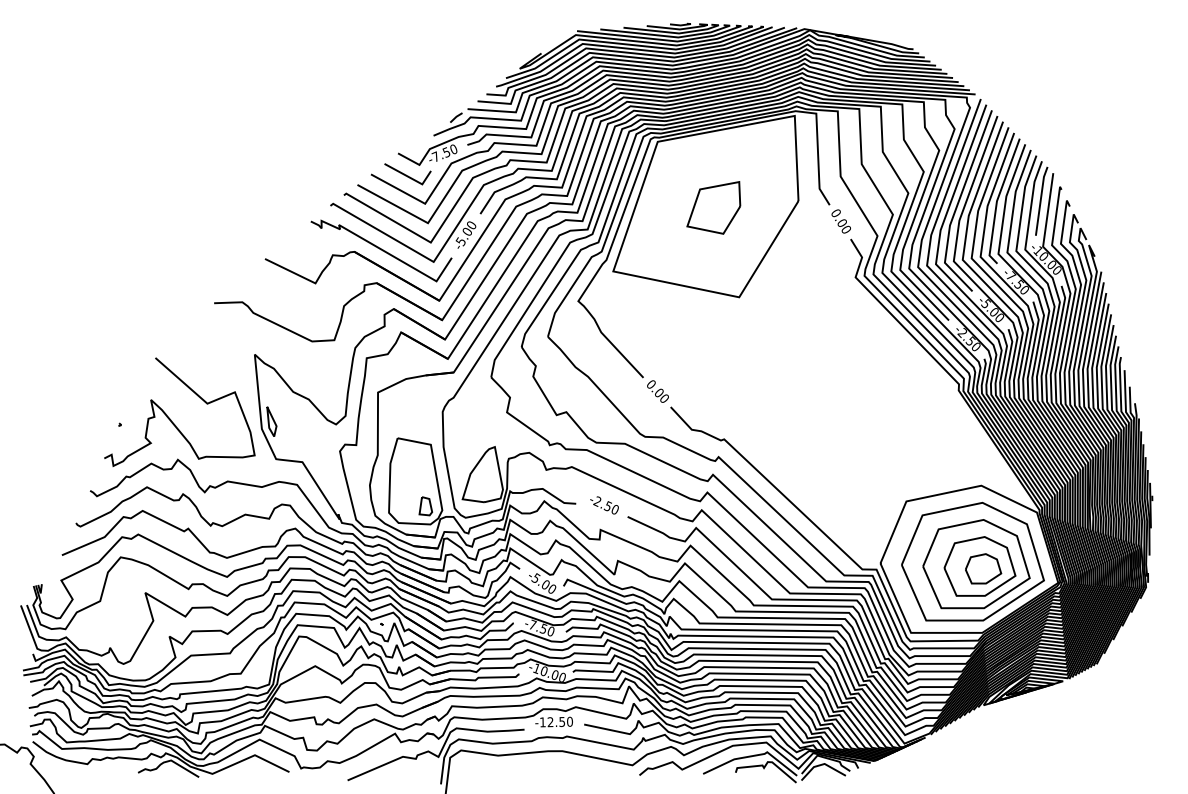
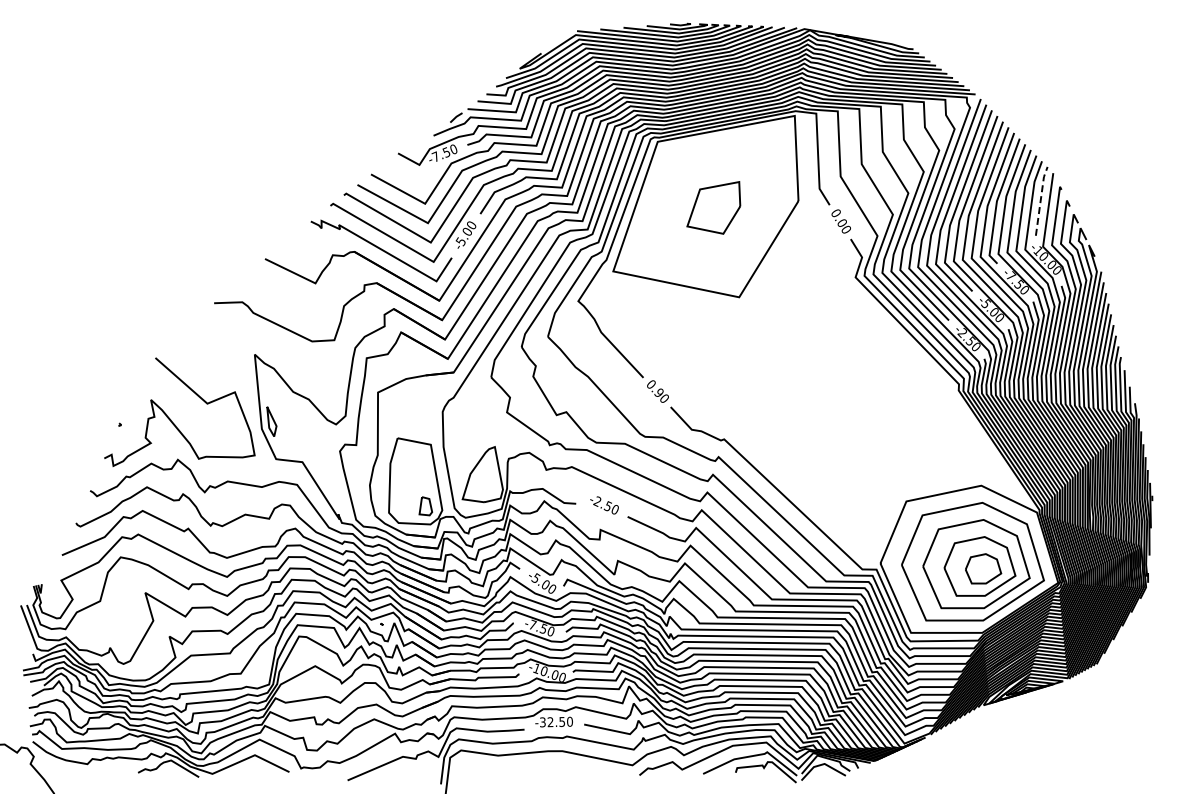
line at (406, 174): present -> none
line at (1040, 200): solid -> dashed
text at (657, 392): 0.00 -> 0.90
text at (542, 722): -12.50 -> -32.50
